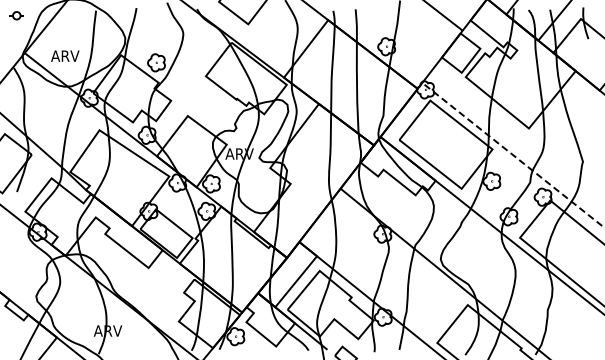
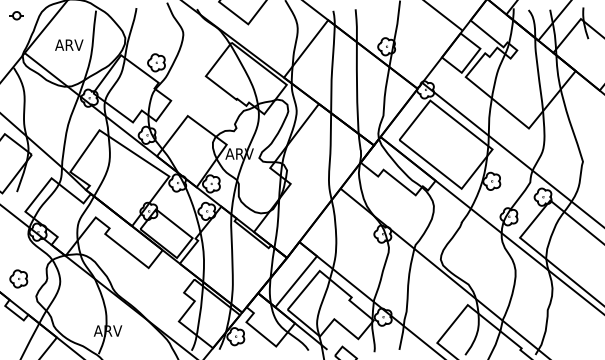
text at (65, 55) position: (65, 55) -> (69, 44)
line at (513, 155): dashed -> solid
part at (18, 278): none -> present
